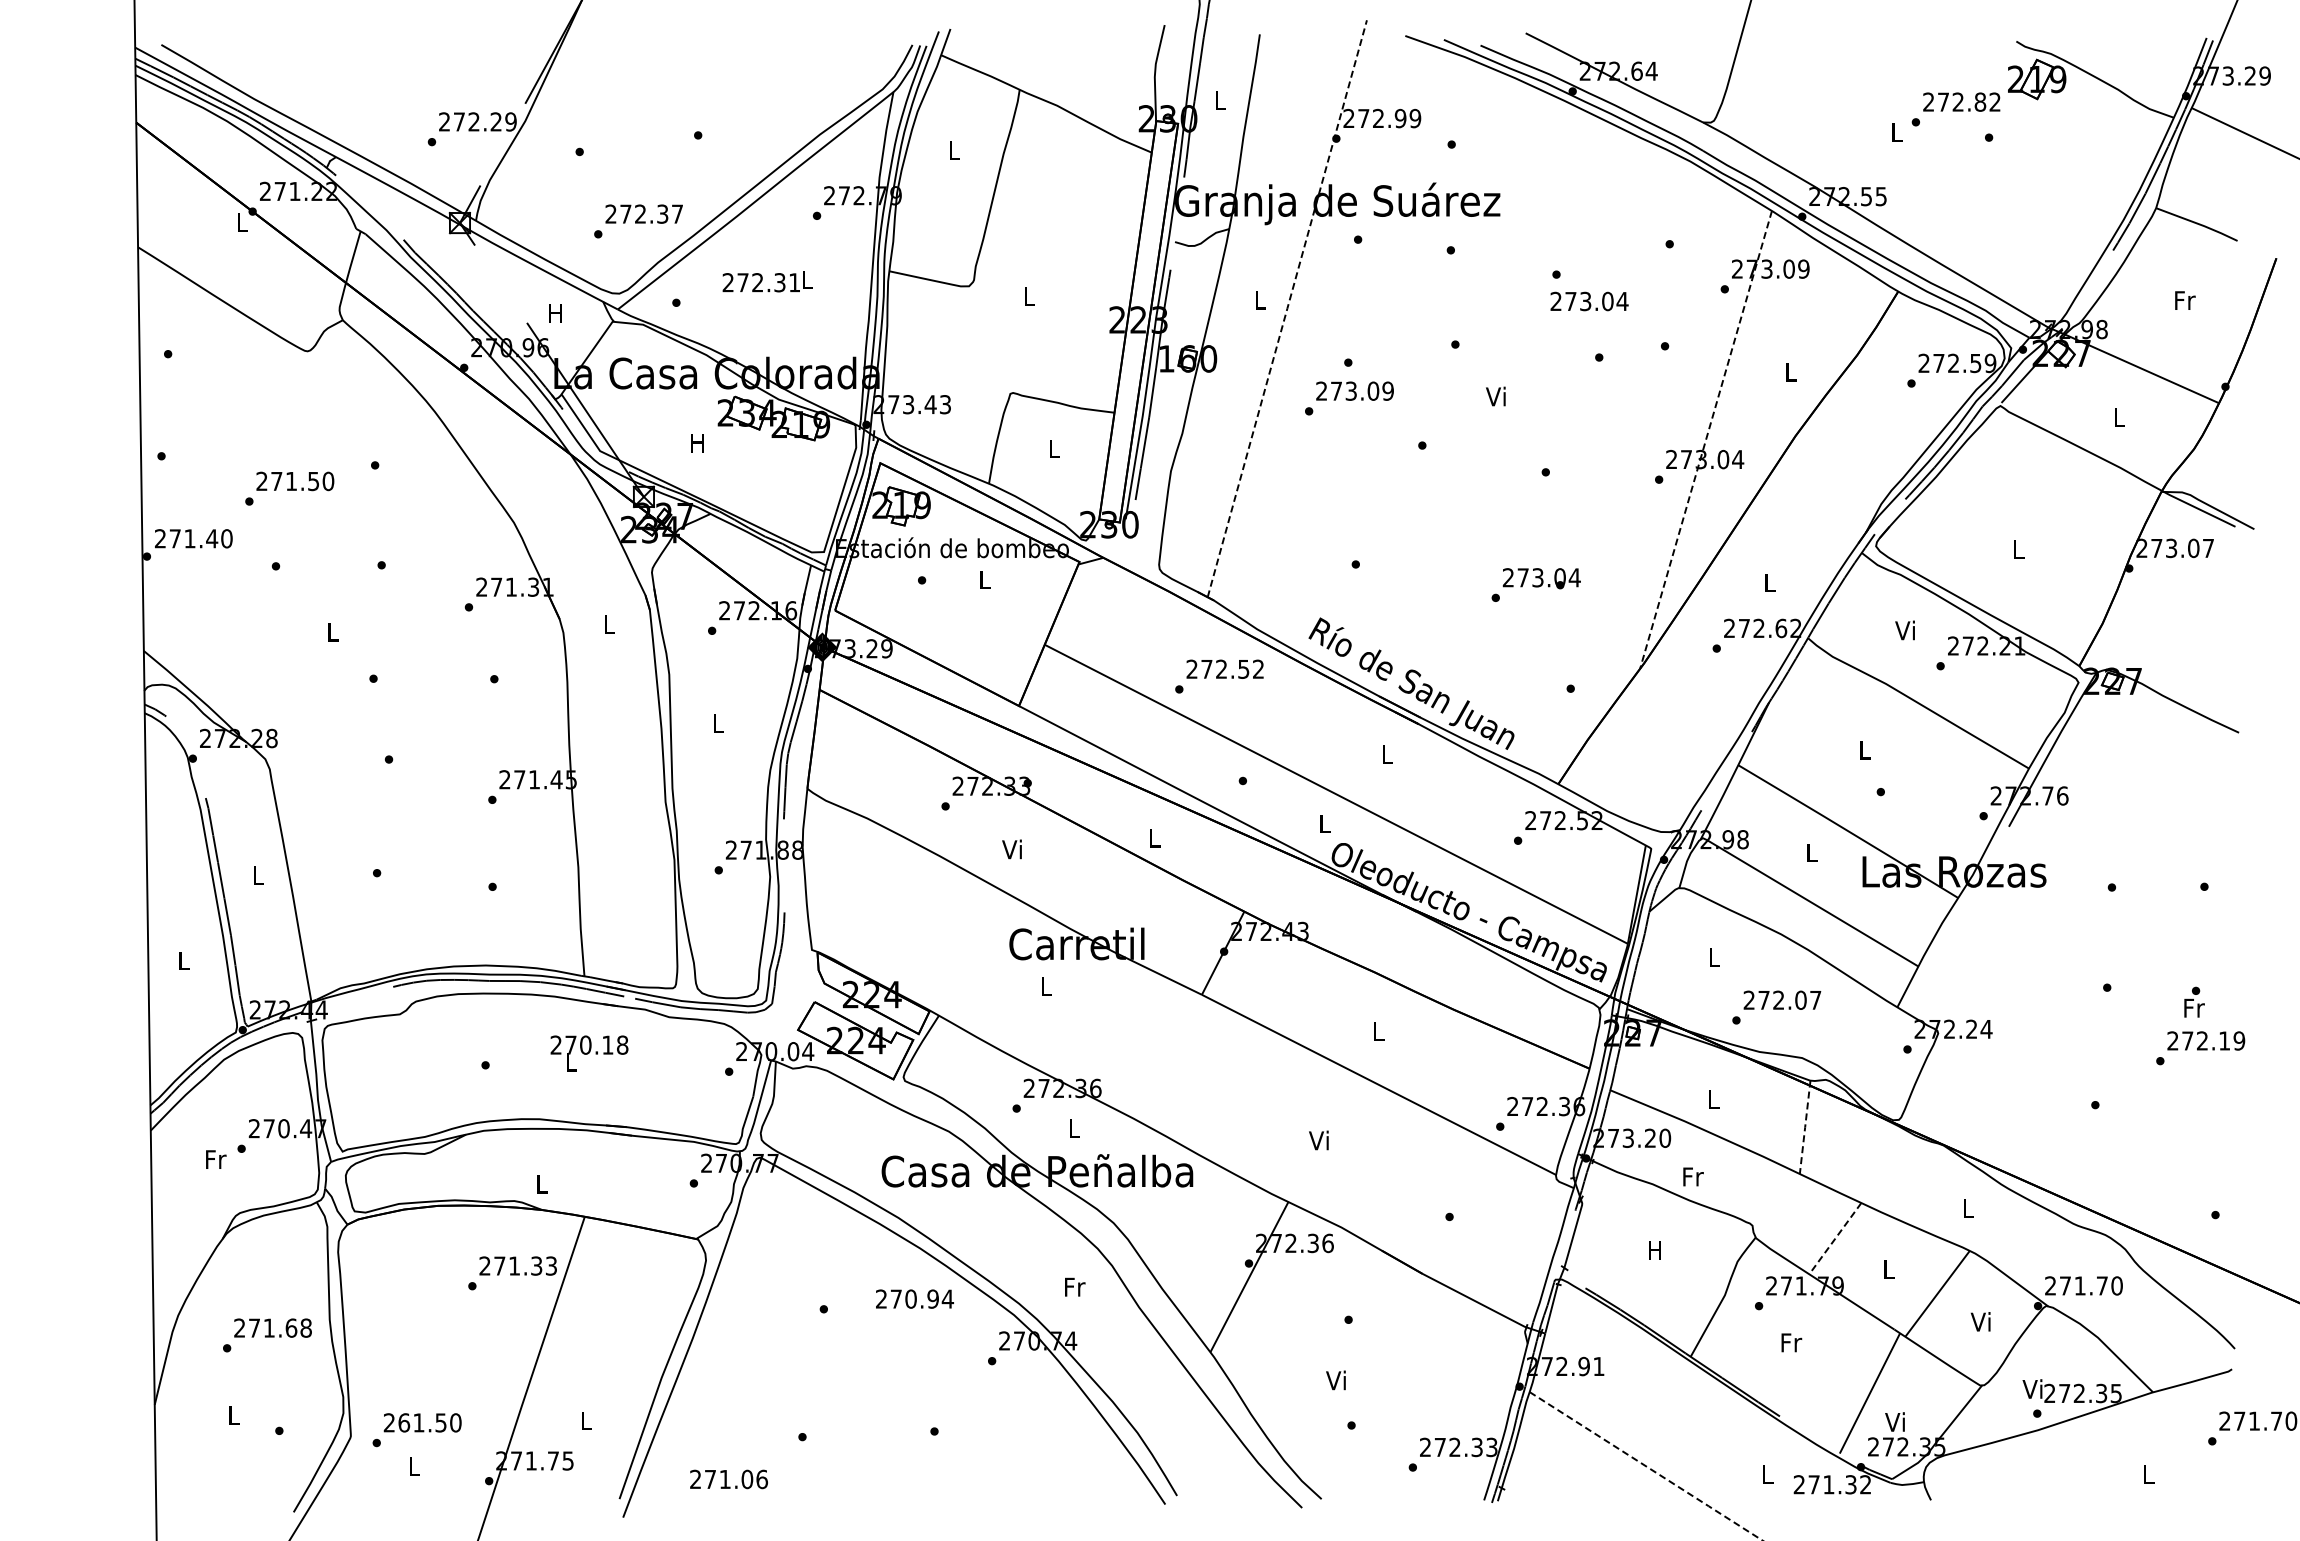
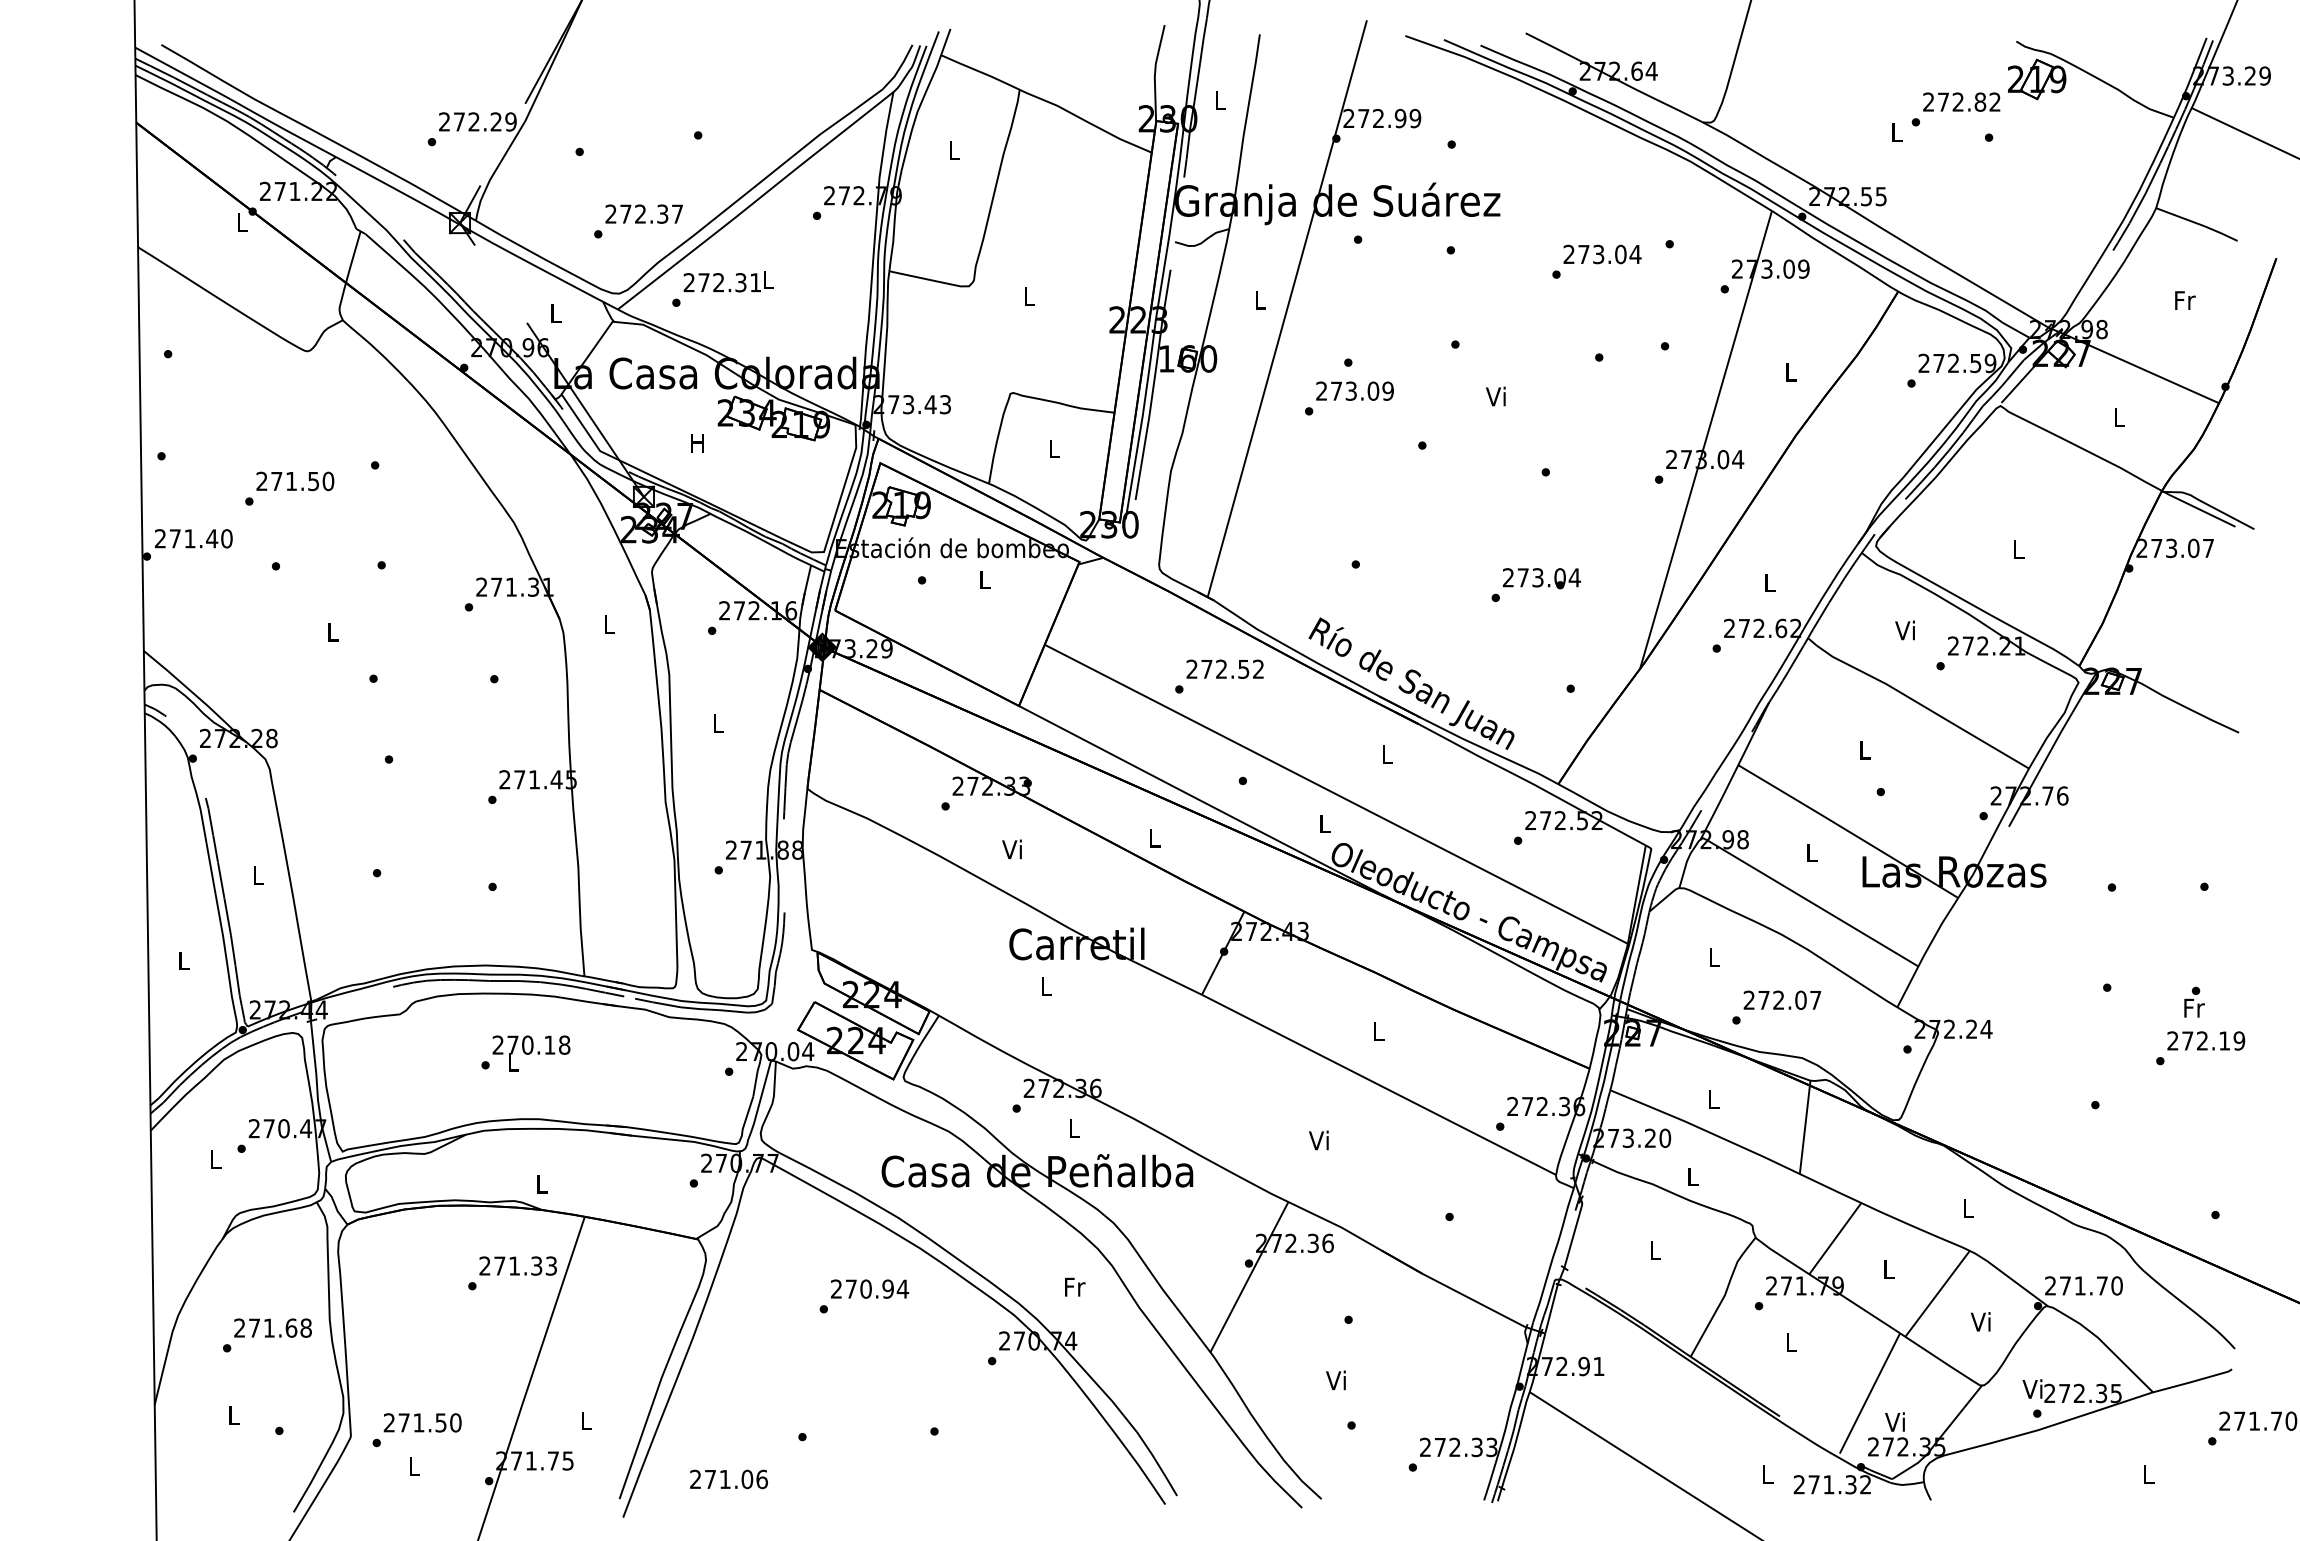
text at (767, 281) position: (767, 281) -> (728, 281)
text at (1589, 301) position: (1589, 301) -> (1602, 254)
line at (1287, 308): dashed -> solid
text at (555, 313): H -> L
line at (1706, 439): dashed -> solid
text at (589, 1053) position: (589, 1053) -> (531, 1053)
line at (1805, 1127): dashed -> solid
text at (216, 1159): Fr -> L
text at (1693, 1176): Fr -> L
line at (1835, 1238): dashed -> solid
text at (1654, 1250): H -> L
text at (914, 1298) position: (914, 1298) -> (869, 1288)
text at (1791, 1342): Fr -> L
text at (404, 1422): 261.50 -> 271.50
line at (1646, 1466): dashed -> solid
